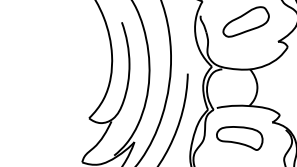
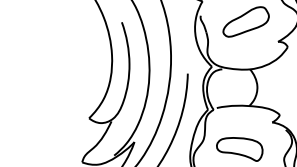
part at (239, 138) position: (239, 138) -> (239, 149)
